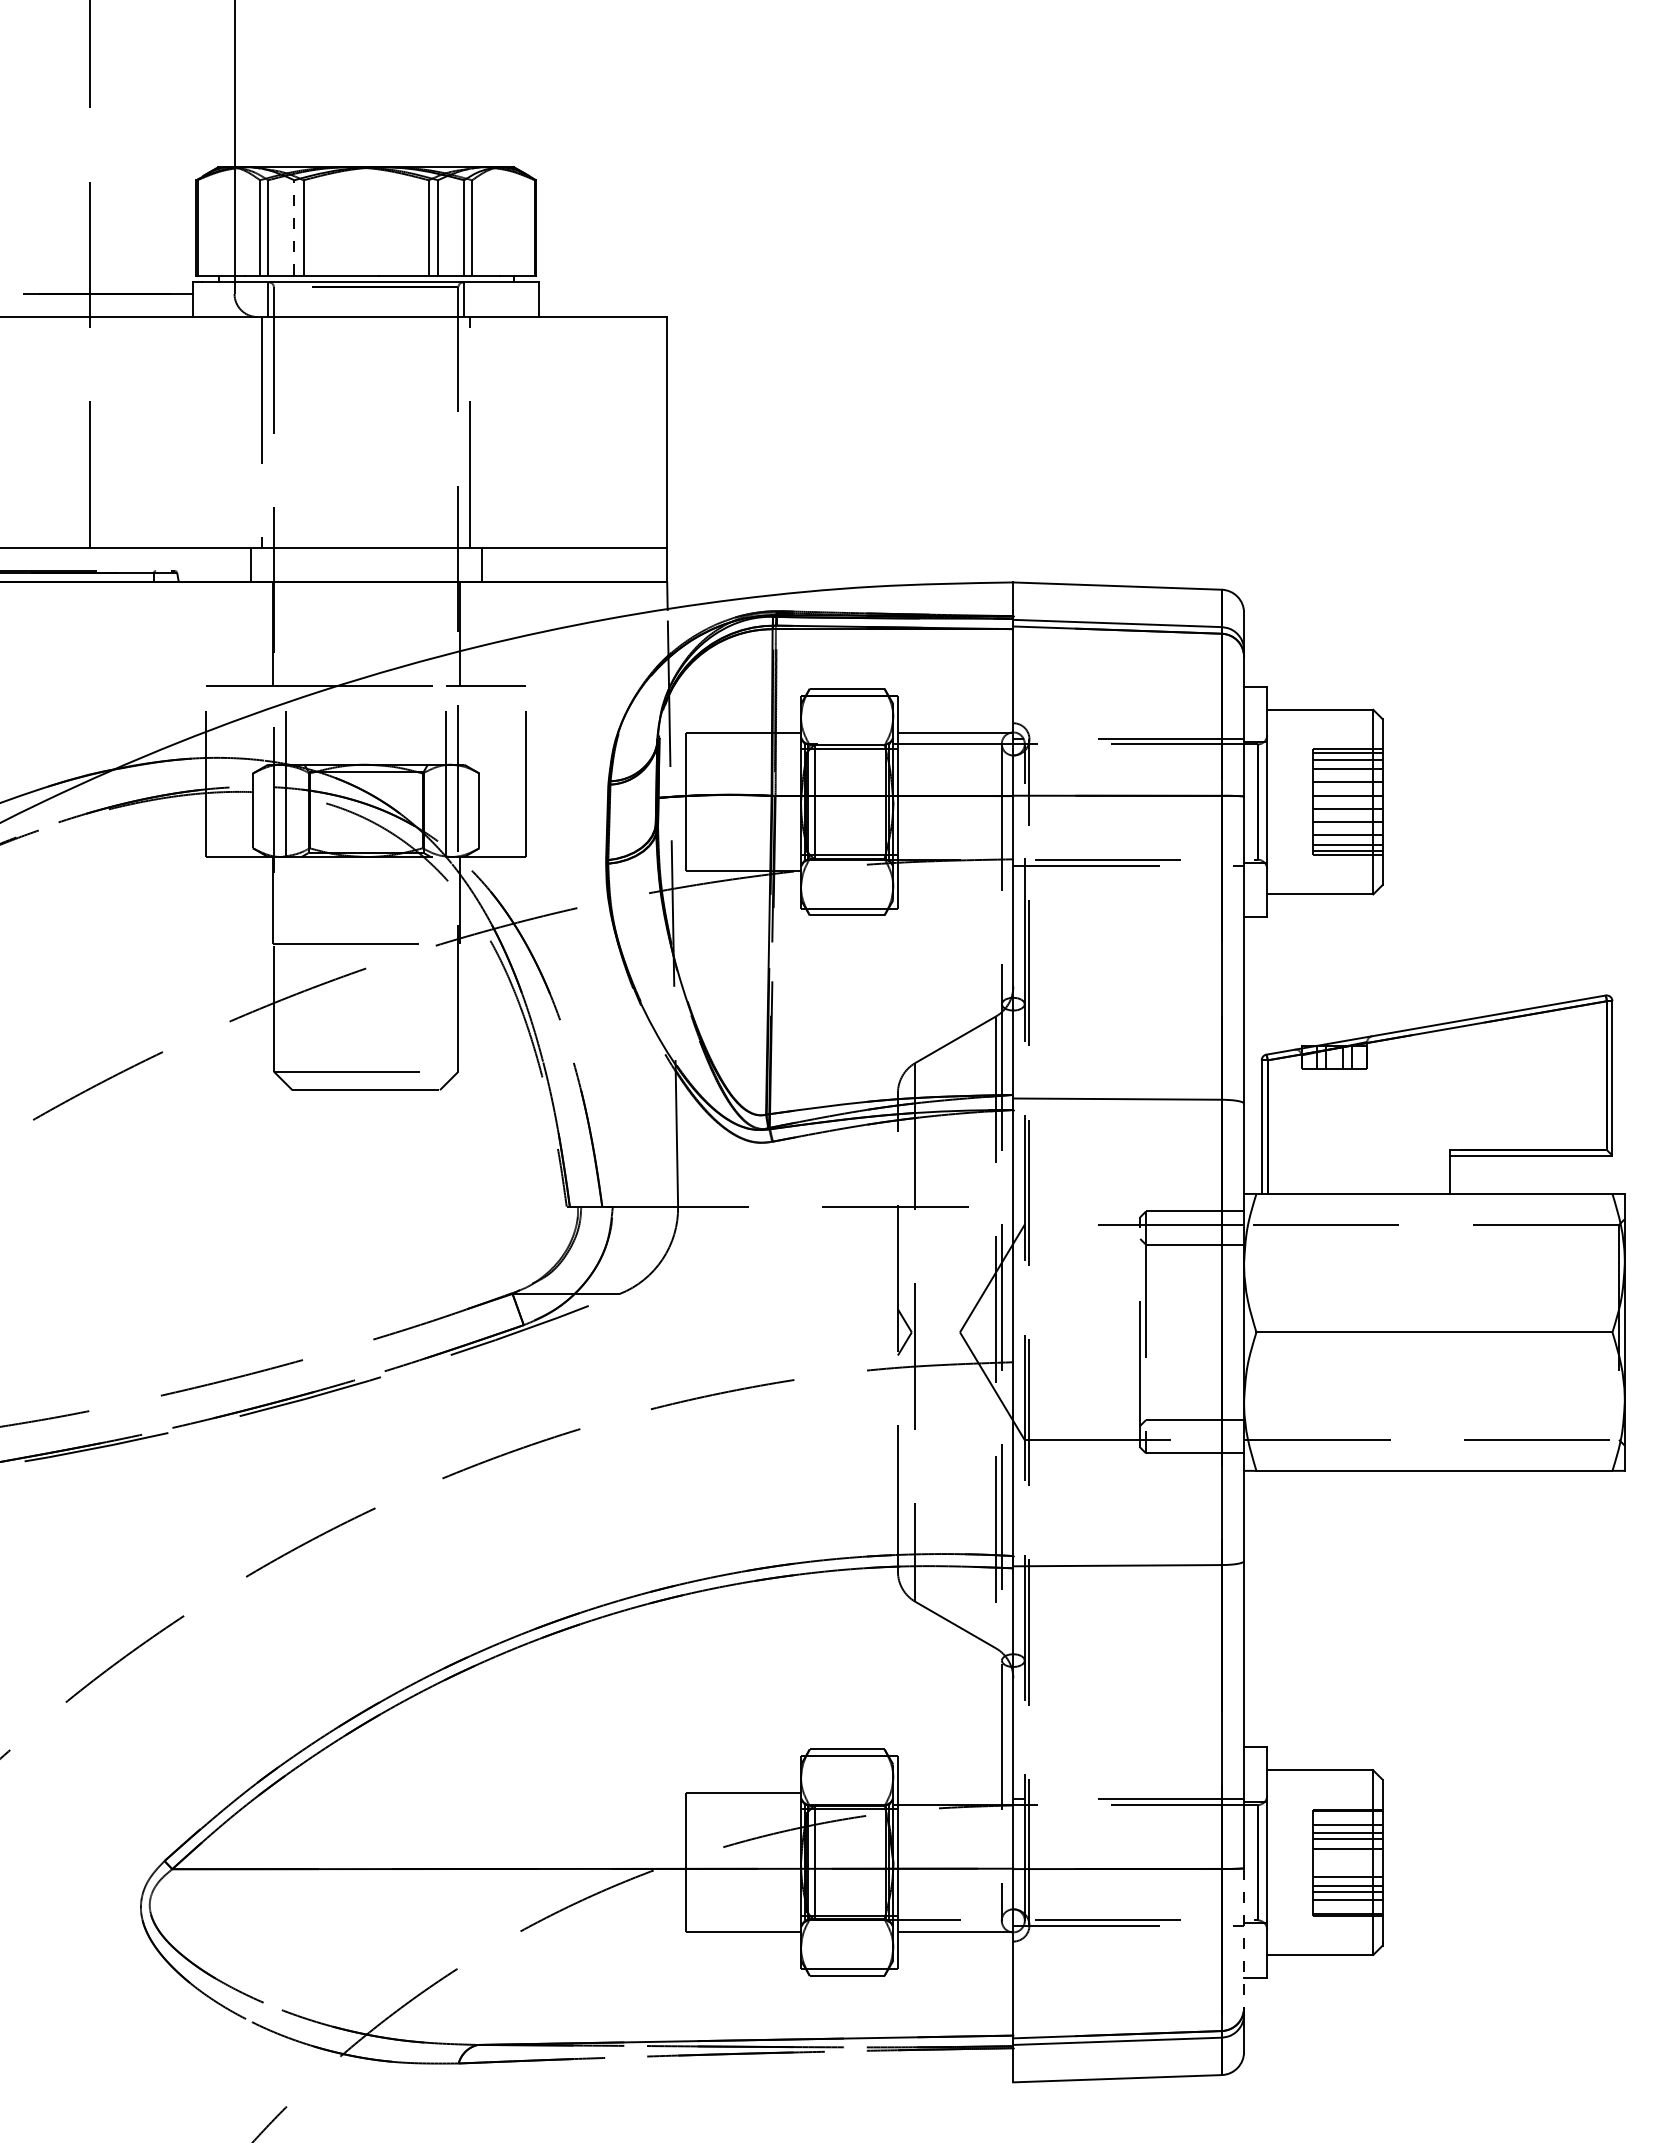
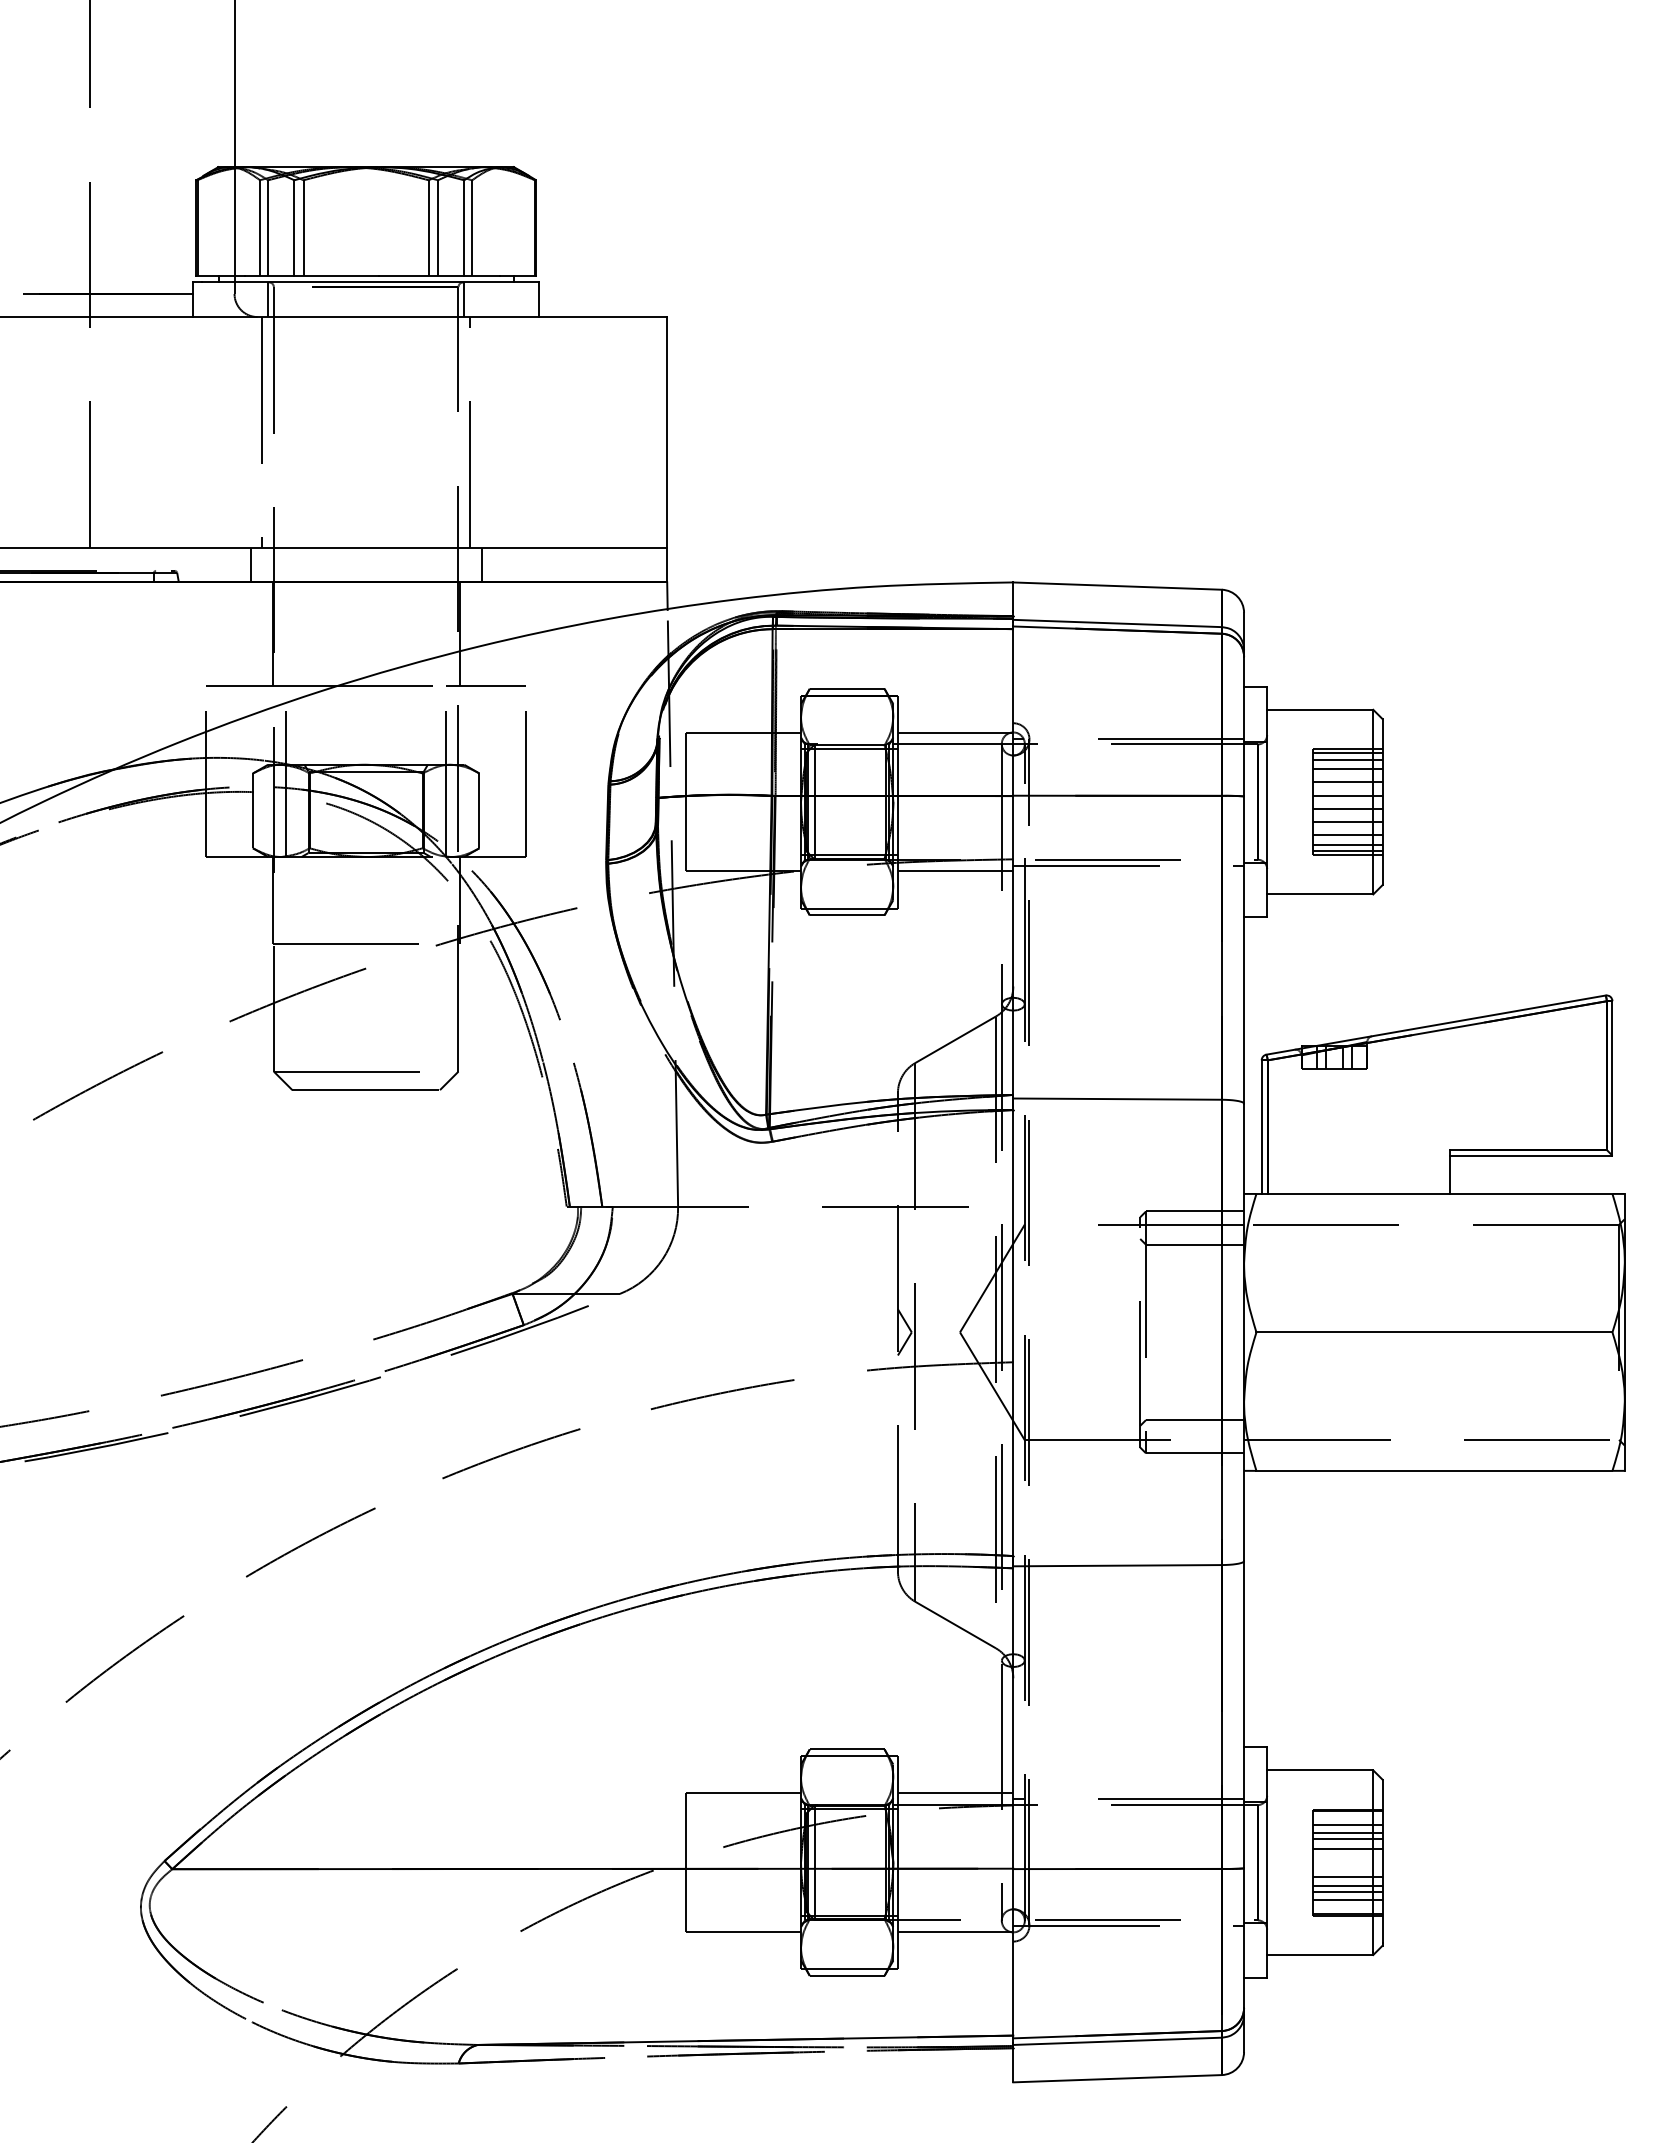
line at (294, 227): dashed -> solid
line at (955, 871): none -> present
line at (955, 1793): none -> present
line at (1244, 1938): dashed -> solid
